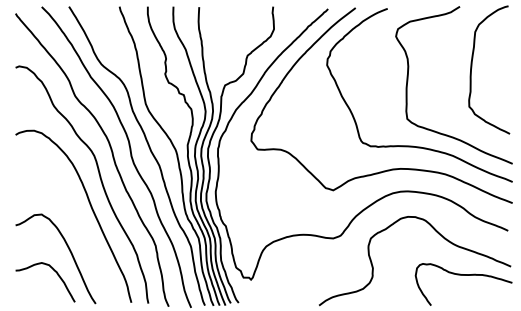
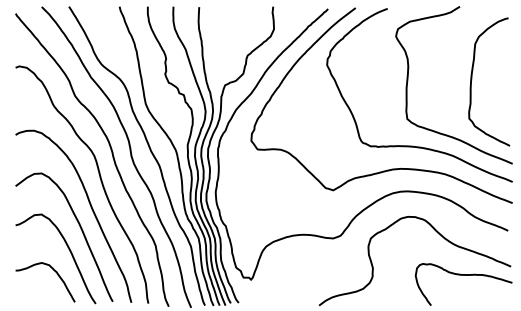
curve at (472, 67) position: (472, 67) -> (472, 79)
curve at (80, 229): none -> present
